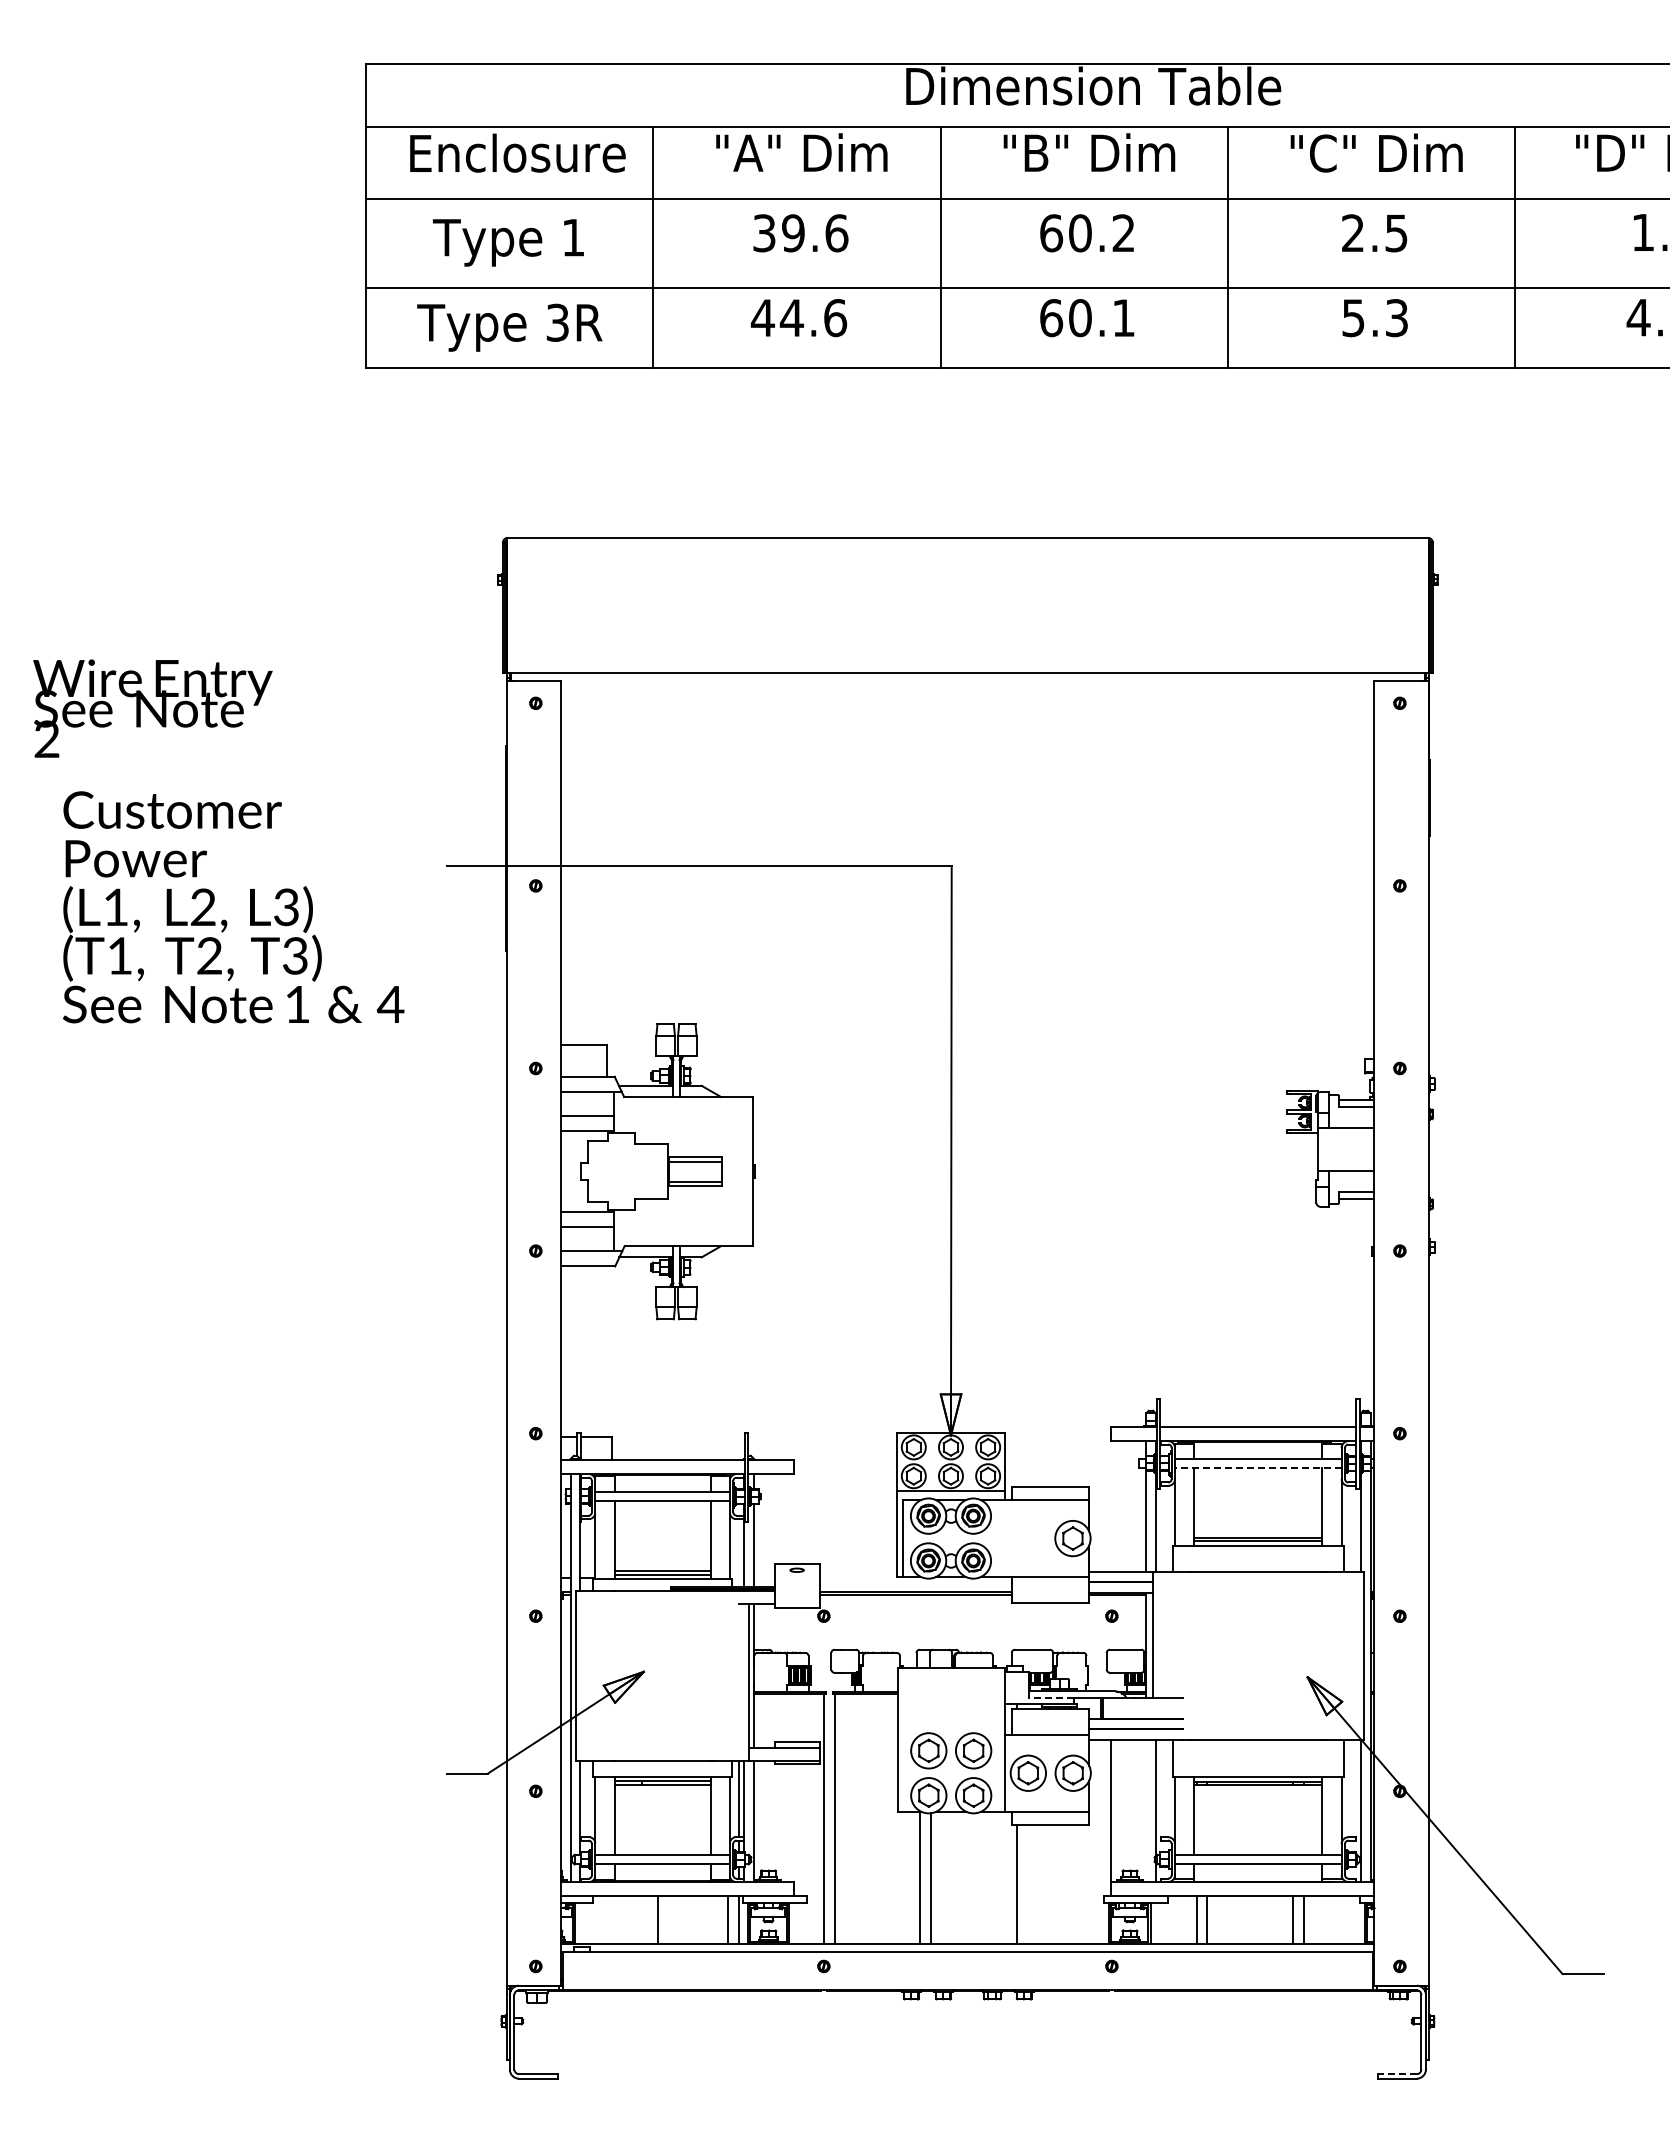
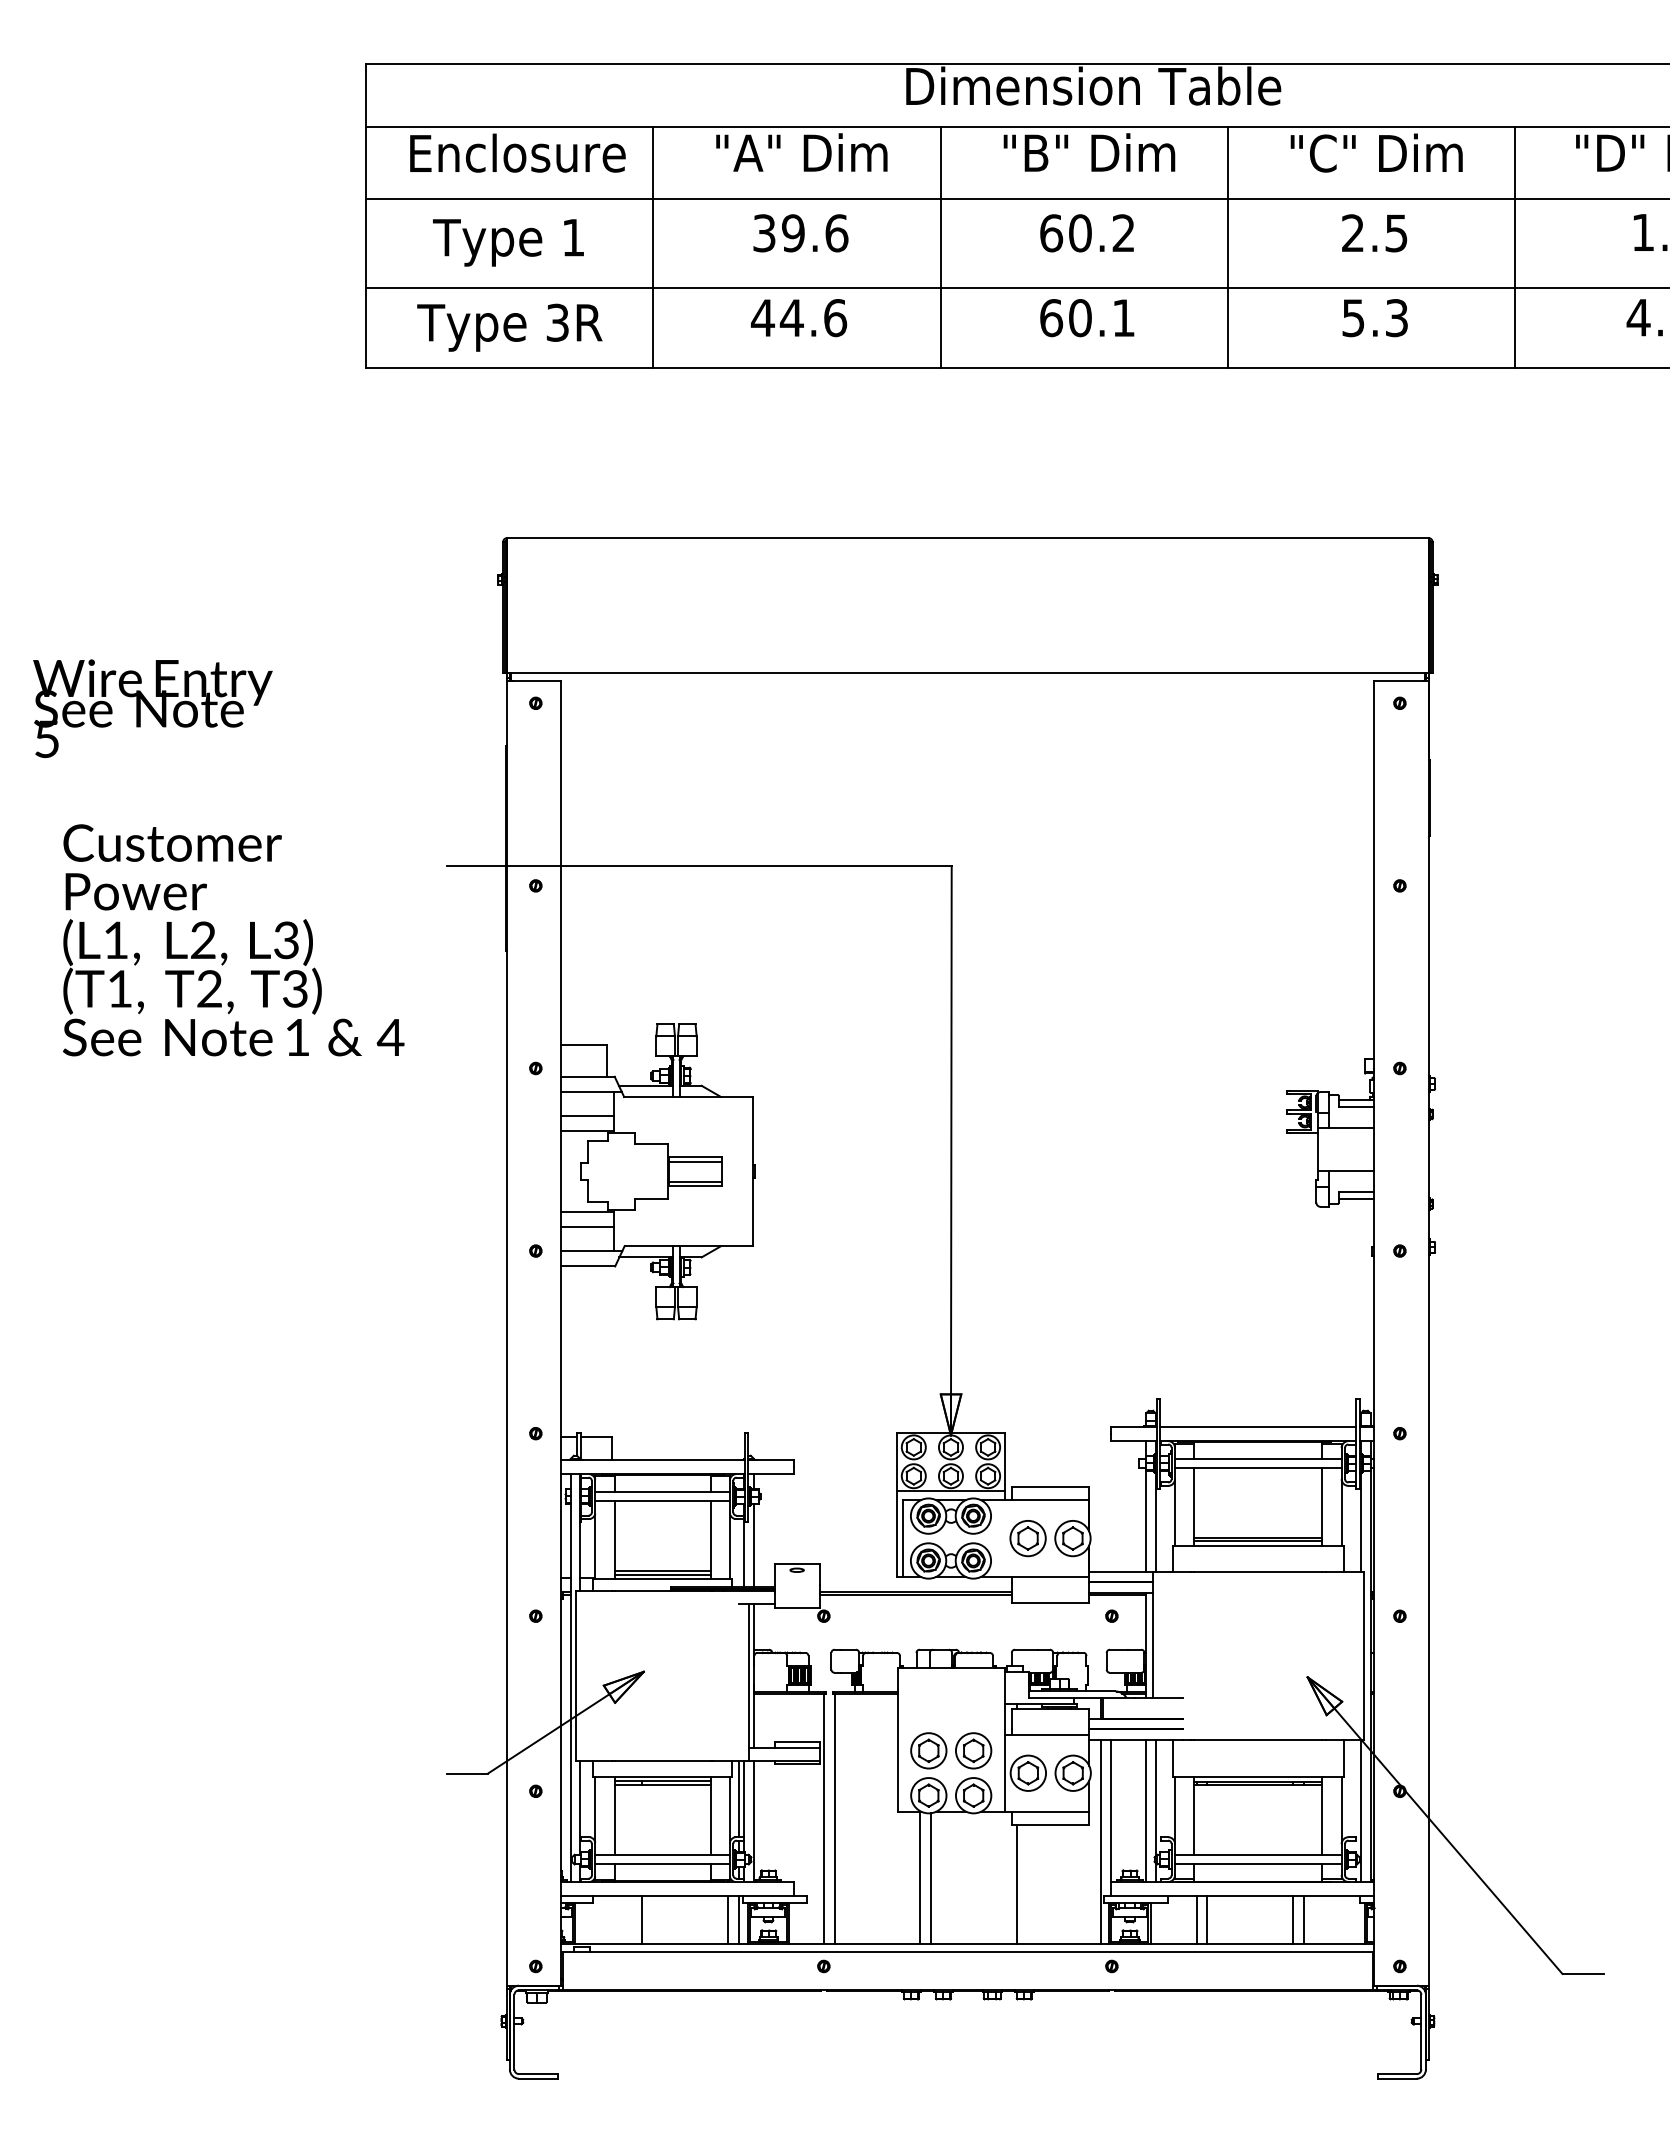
text at (46, 739): 2 -> 5
text at (233, 907) position: (233, 907) -> (233, 940)
line at (1257, 1468): dashed -> solid
part at (1027, 1538): none -> present
line at (1050, 1697): dashed -> solid
line at (1145, 1810): none -> present
line at (1101, 1841): none -> present
line at (658, 1920) position: (658, 1920) -> (642, 1920)
line at (1397, 2074): dashed -> solid
